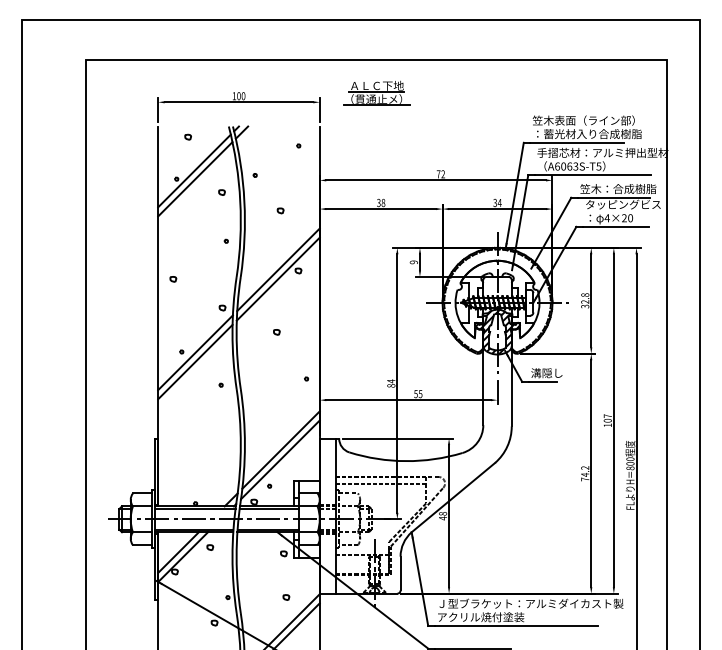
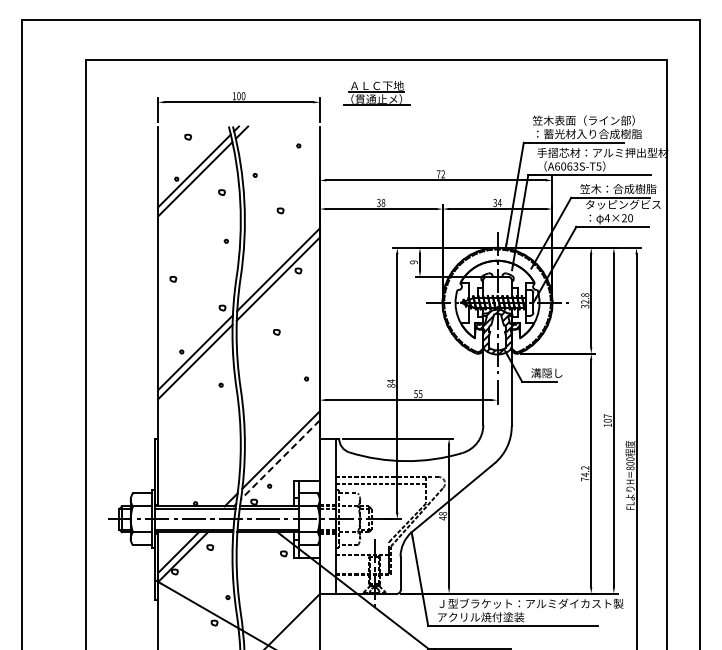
line at (280, 459): solid -> dashed
part at (286, 597): present -> none
line at (297, 624): present -> none
